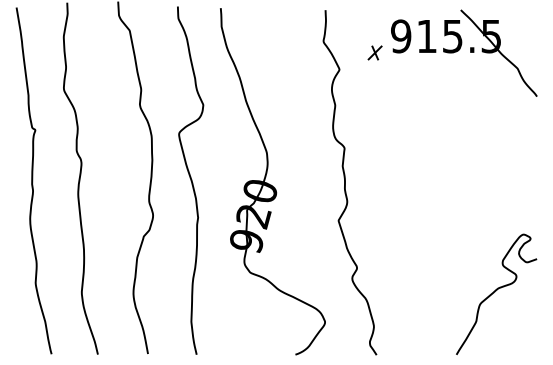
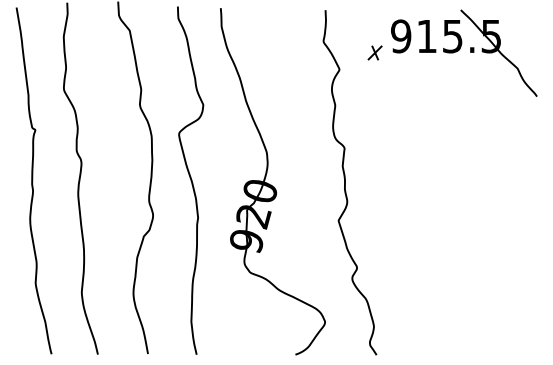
curve at (495, 292): present -> none
